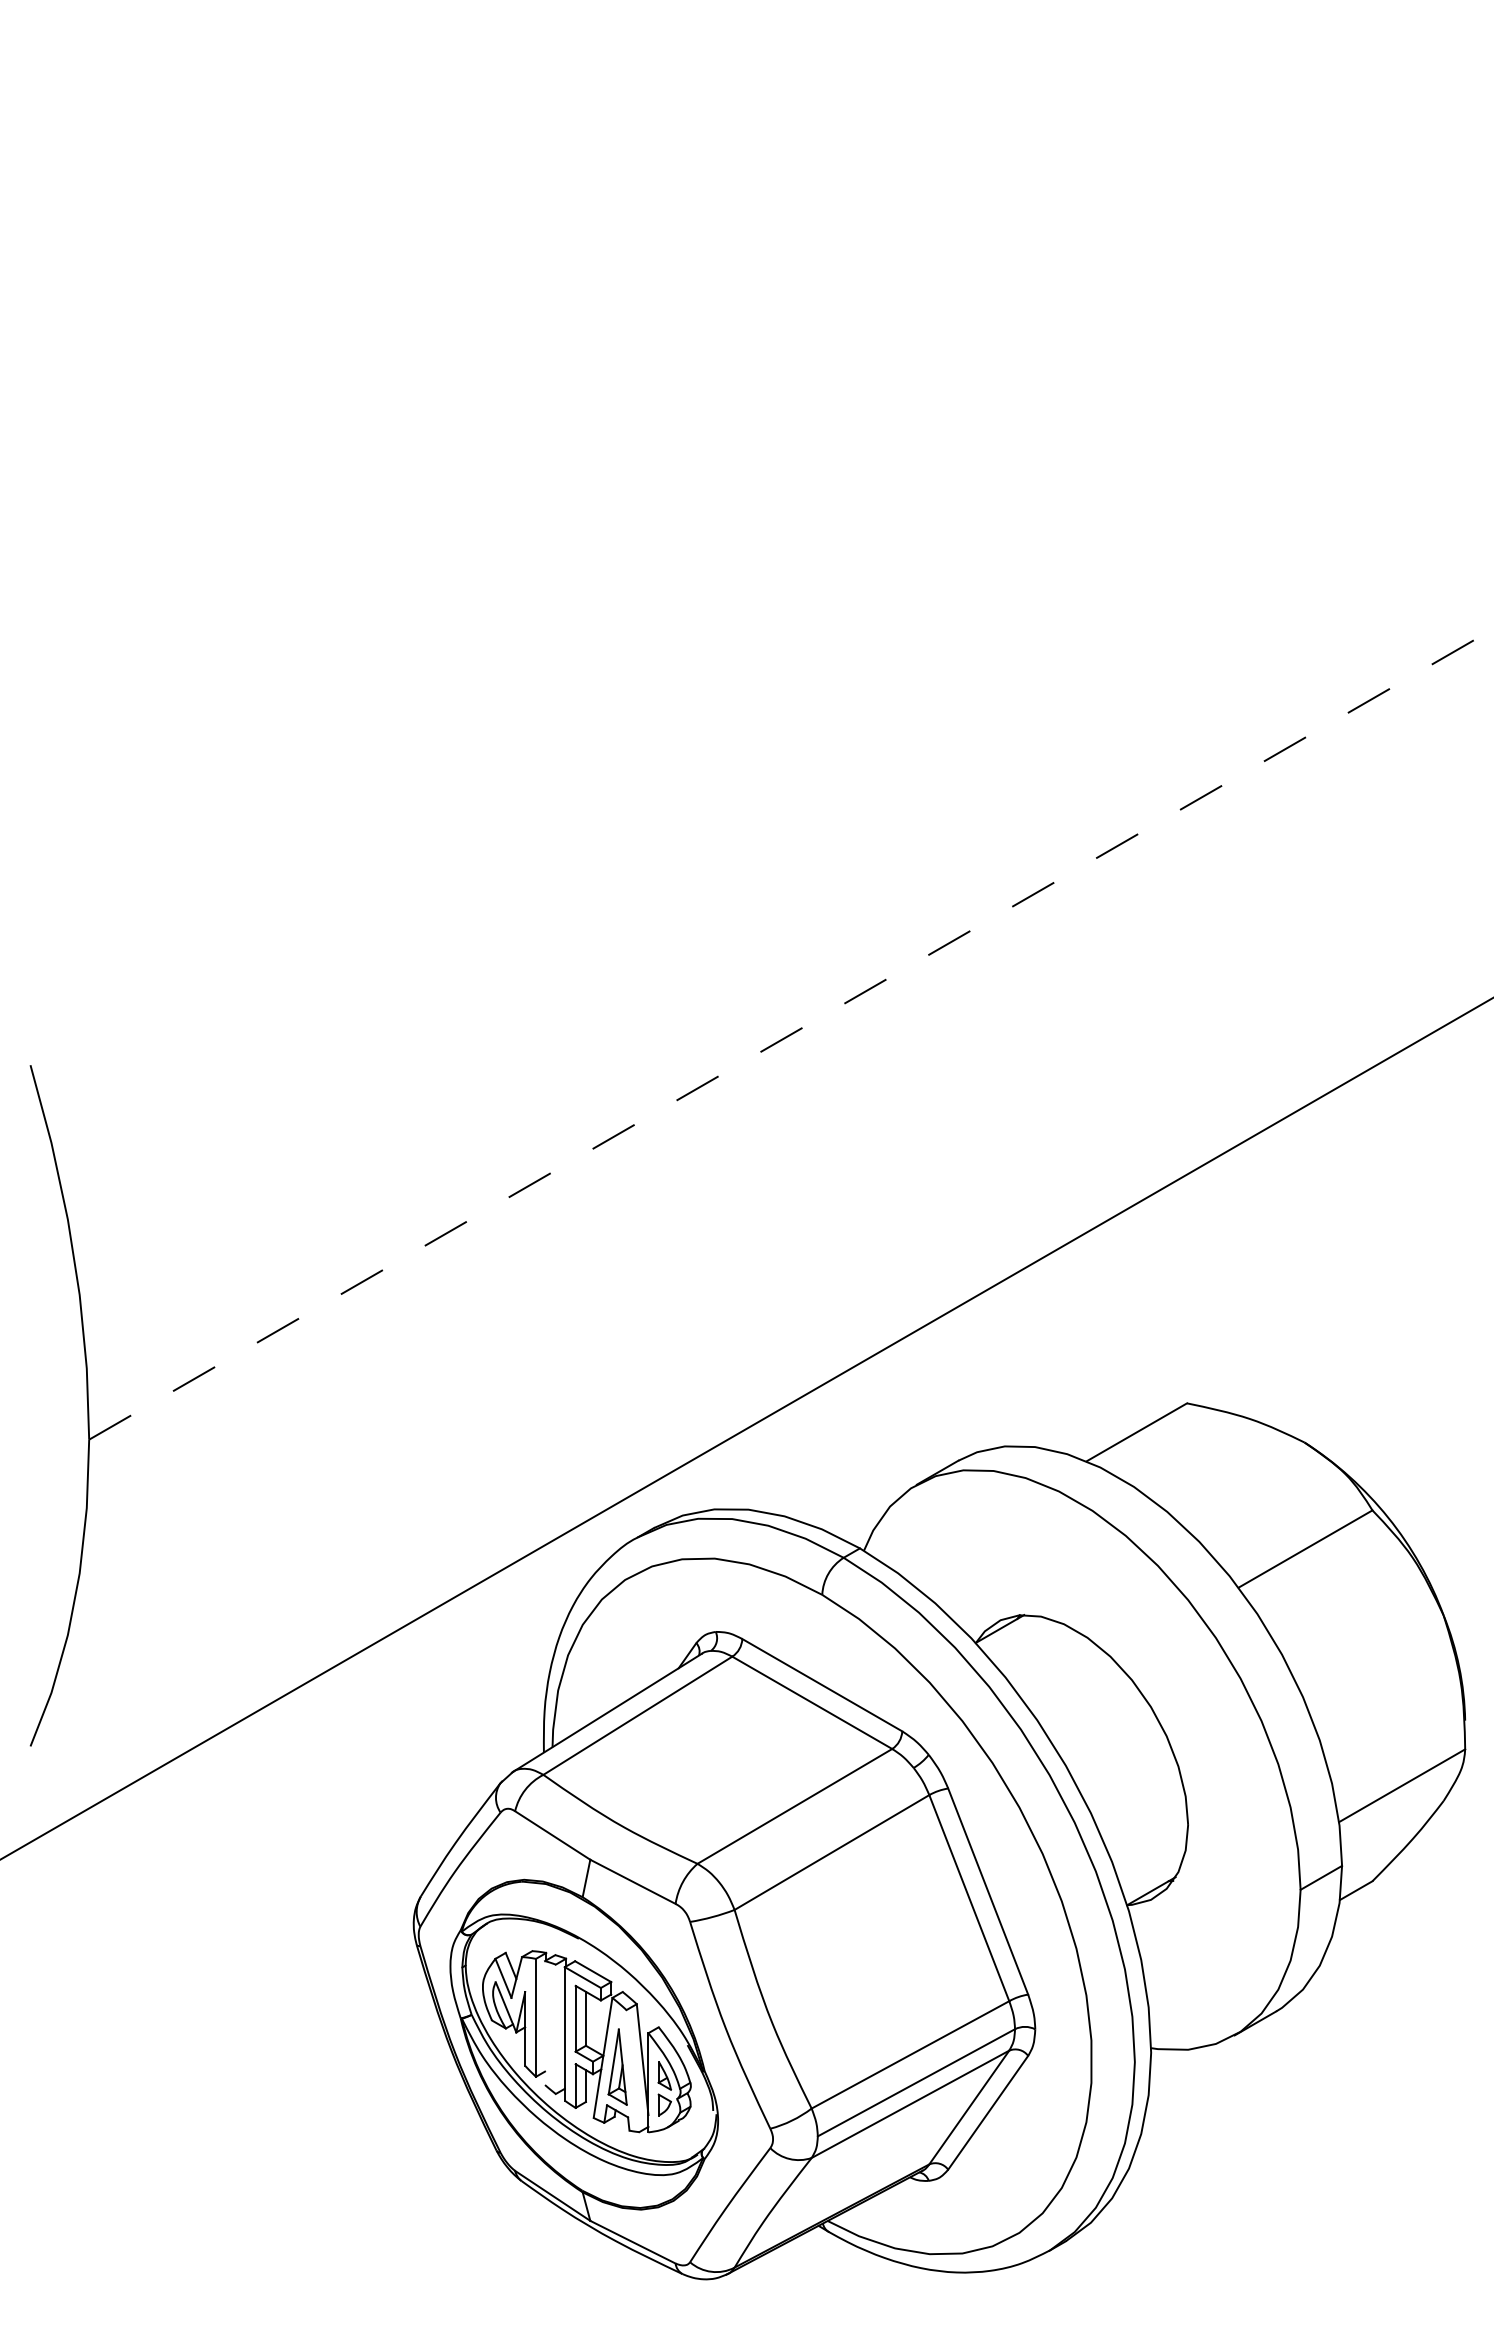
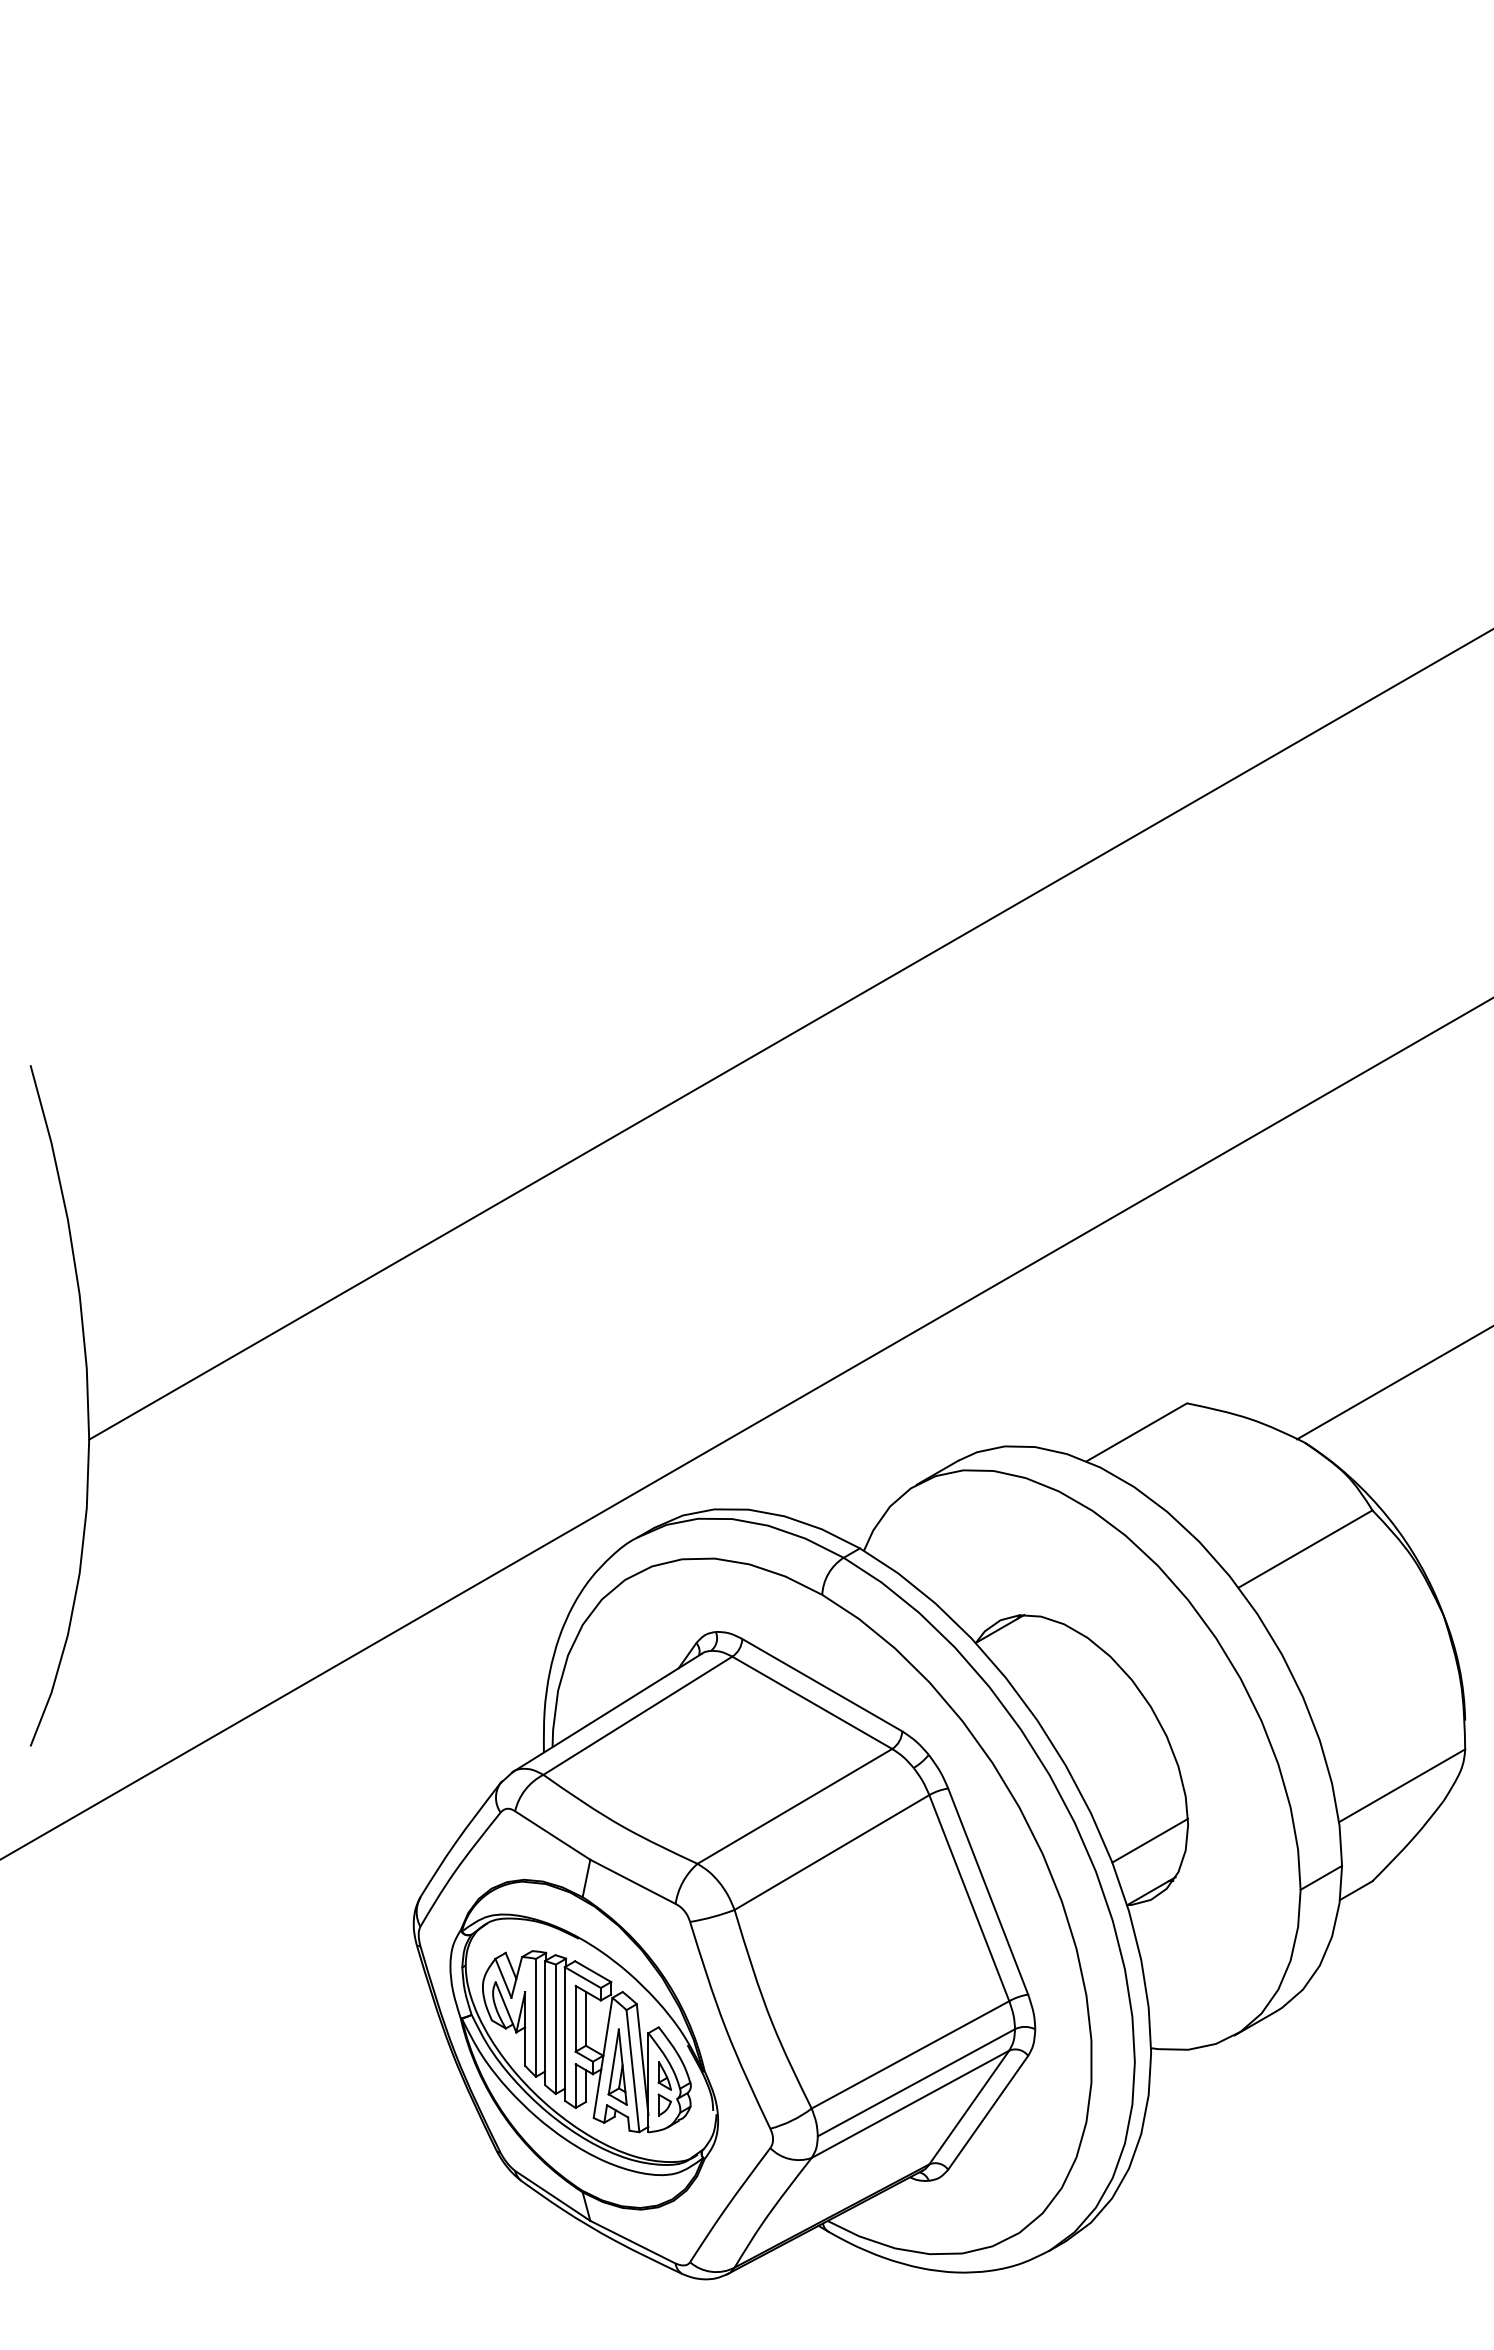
line at (791, 1034): dashed -> solid
line at (1393, 1383): none -> present
line at (1150, 1840): none -> present
line at (545, 2023): none -> present
line at (555, 2028): none -> present
line at (632, 2071): none -> present
